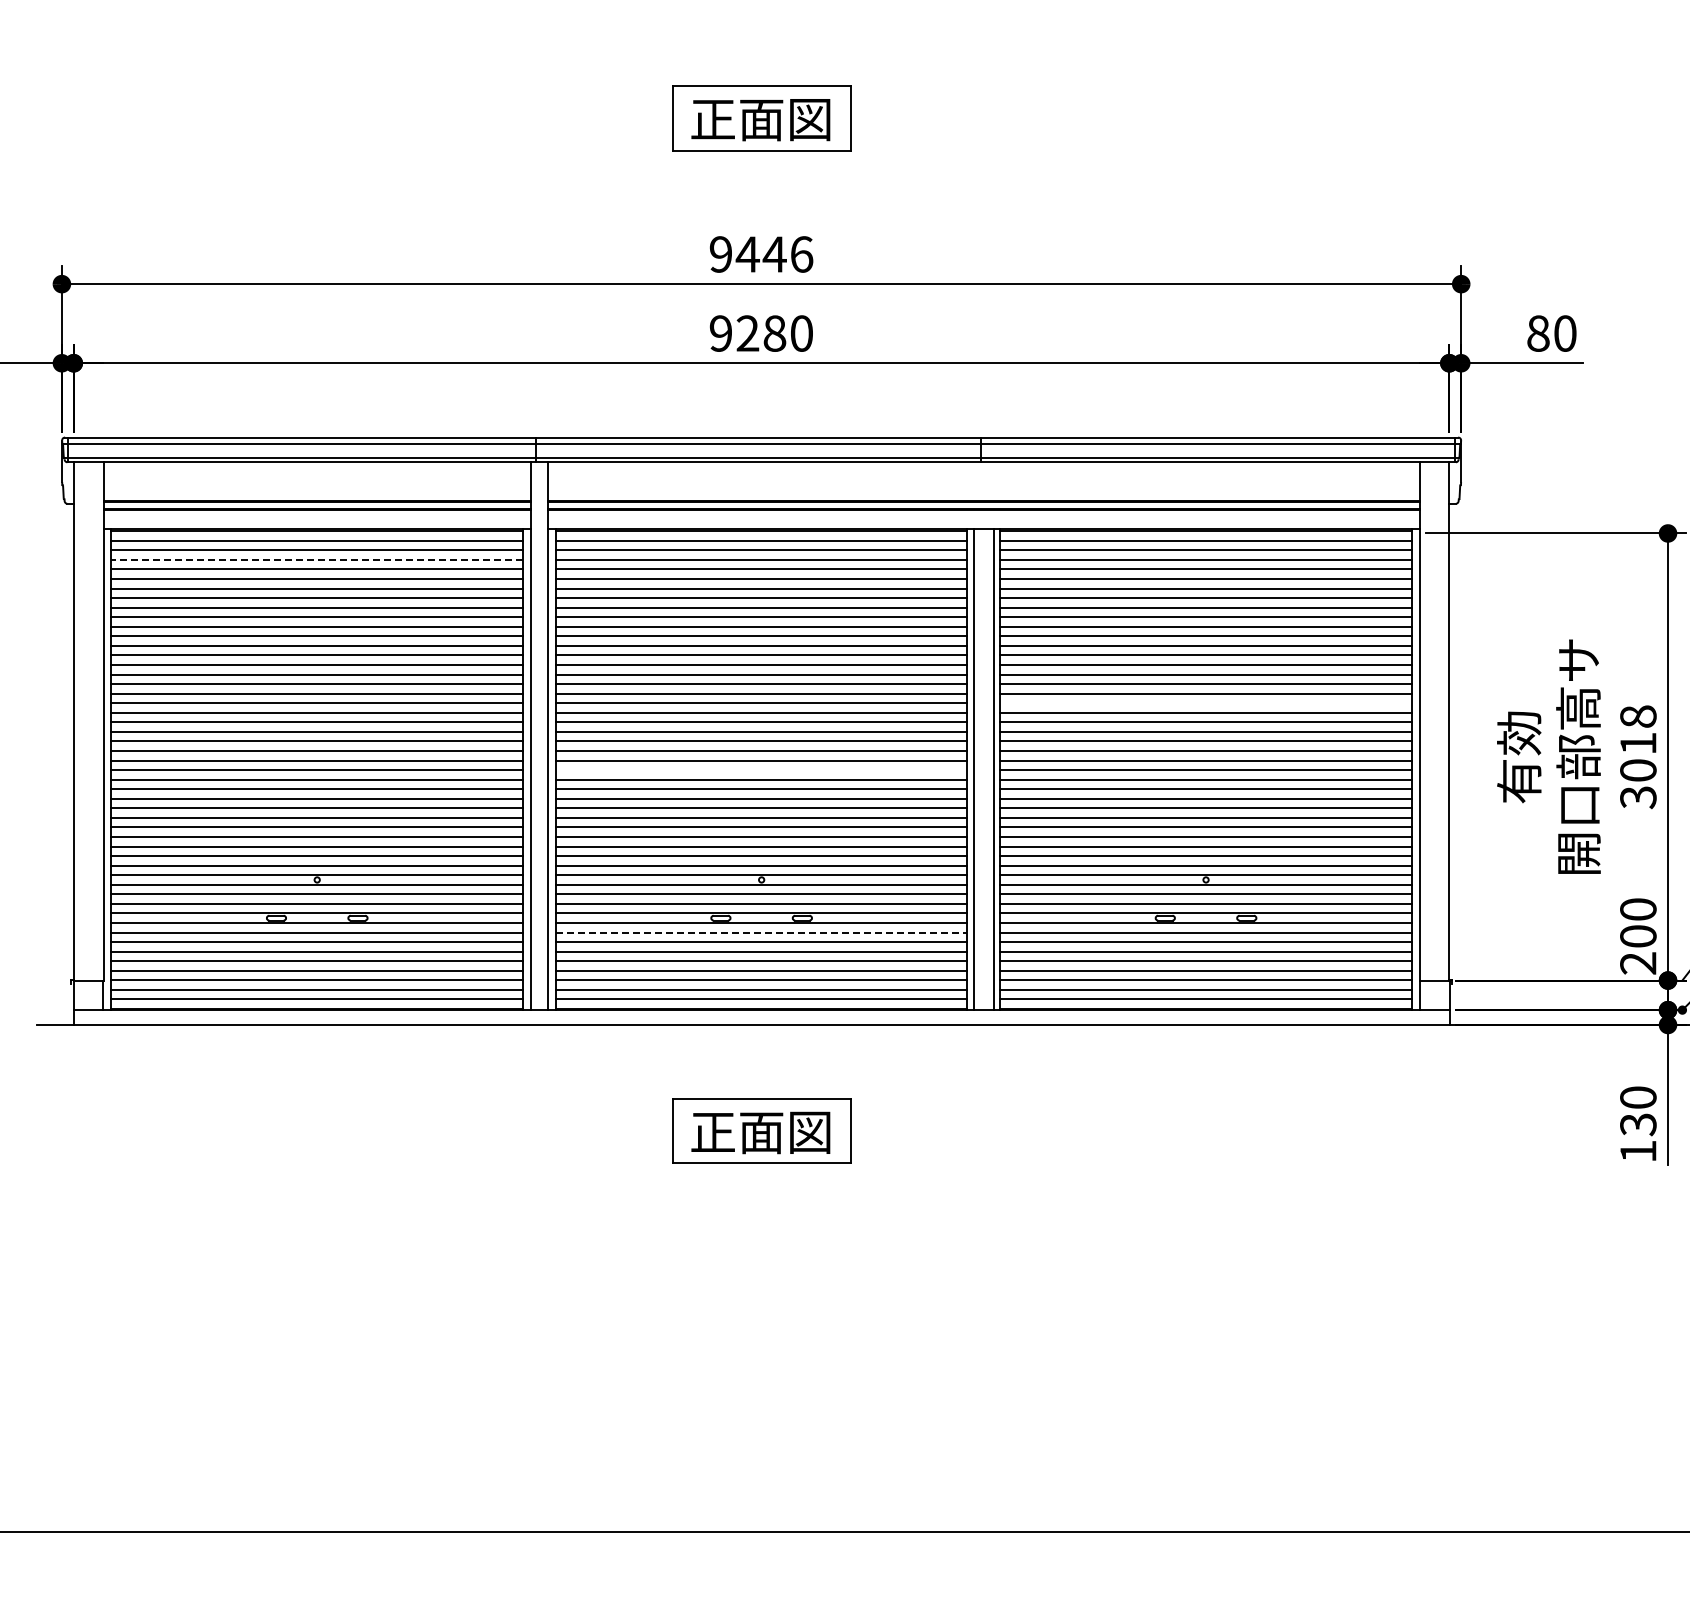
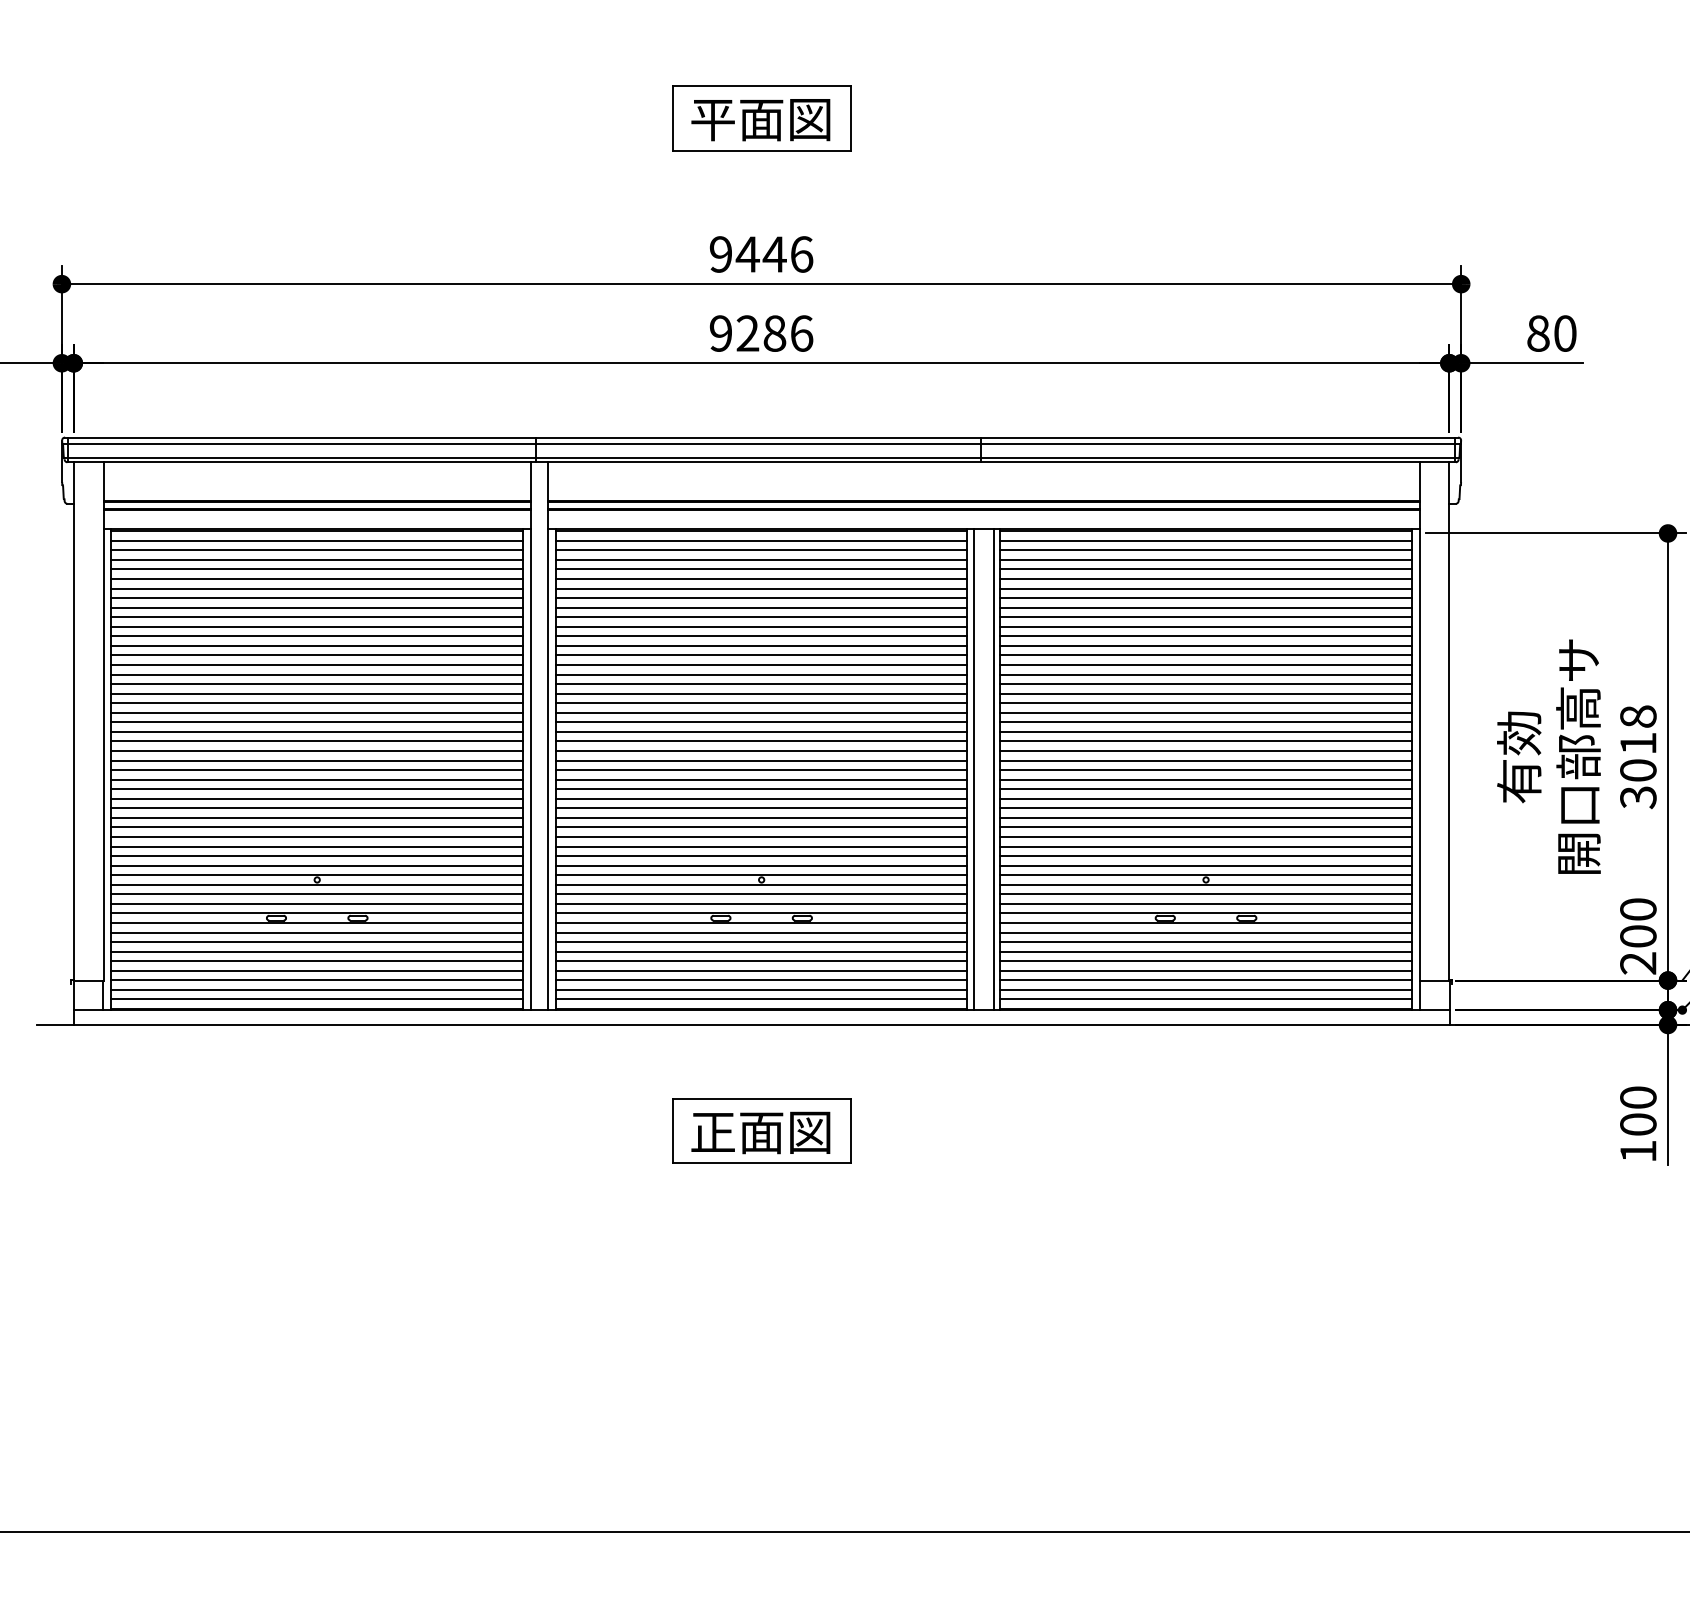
text at (712, 120): 正面図 -> 平面図
text at (802, 333): 9280 -> 9286
line at (317, 559): dashed -> solid
line at (1205, 703): none -> present
line at (761, 770): none -> present
line at (761, 932): dashed -> solid
text at (1638, 1124): 130 -> 100
